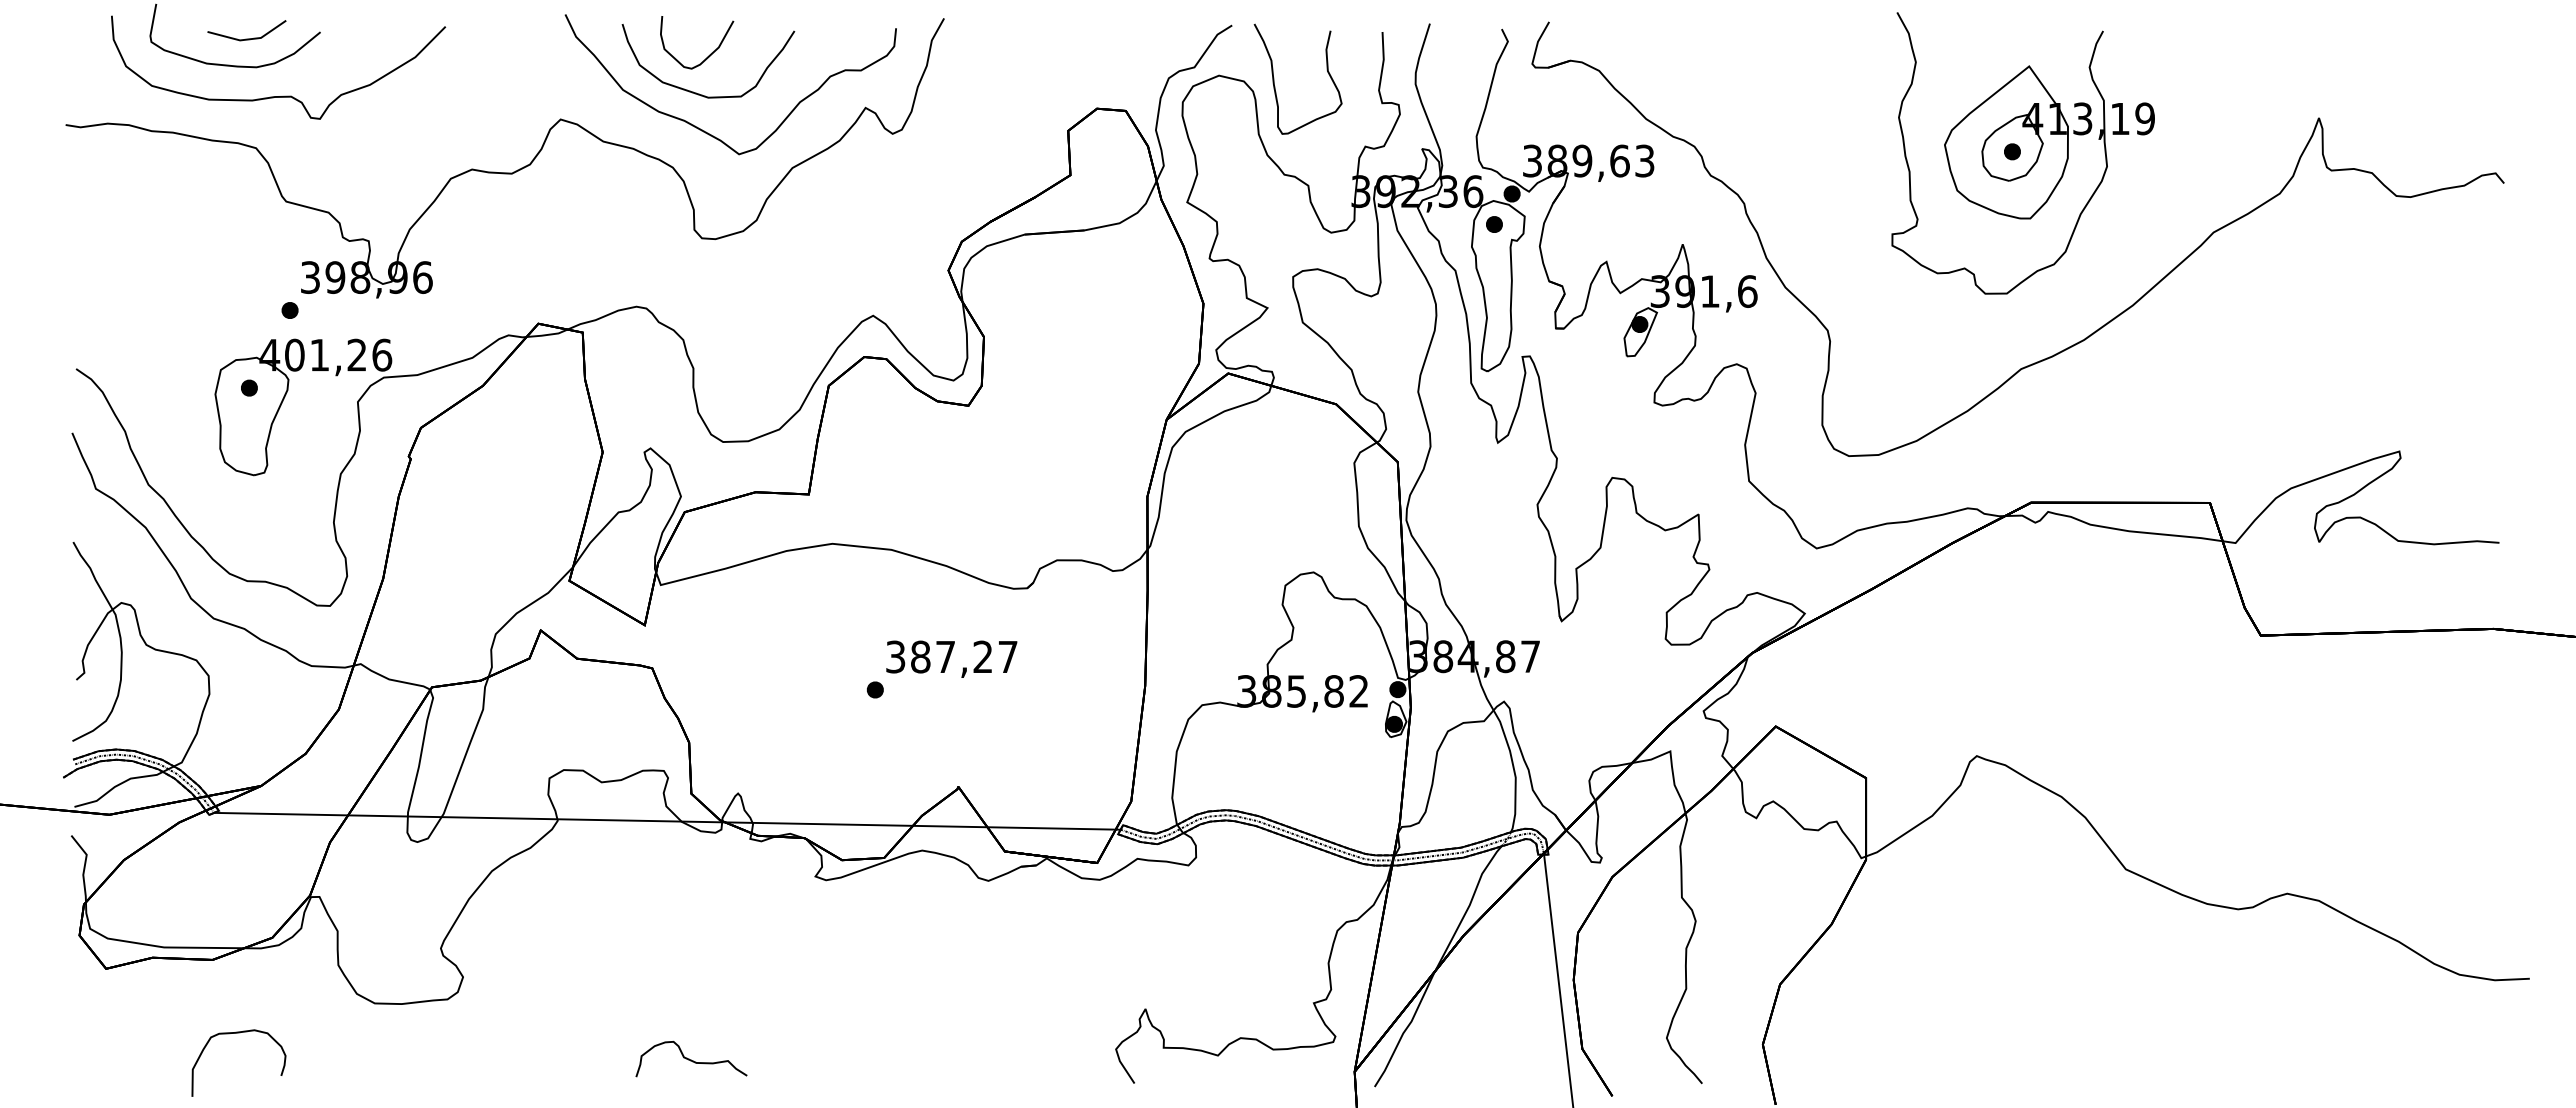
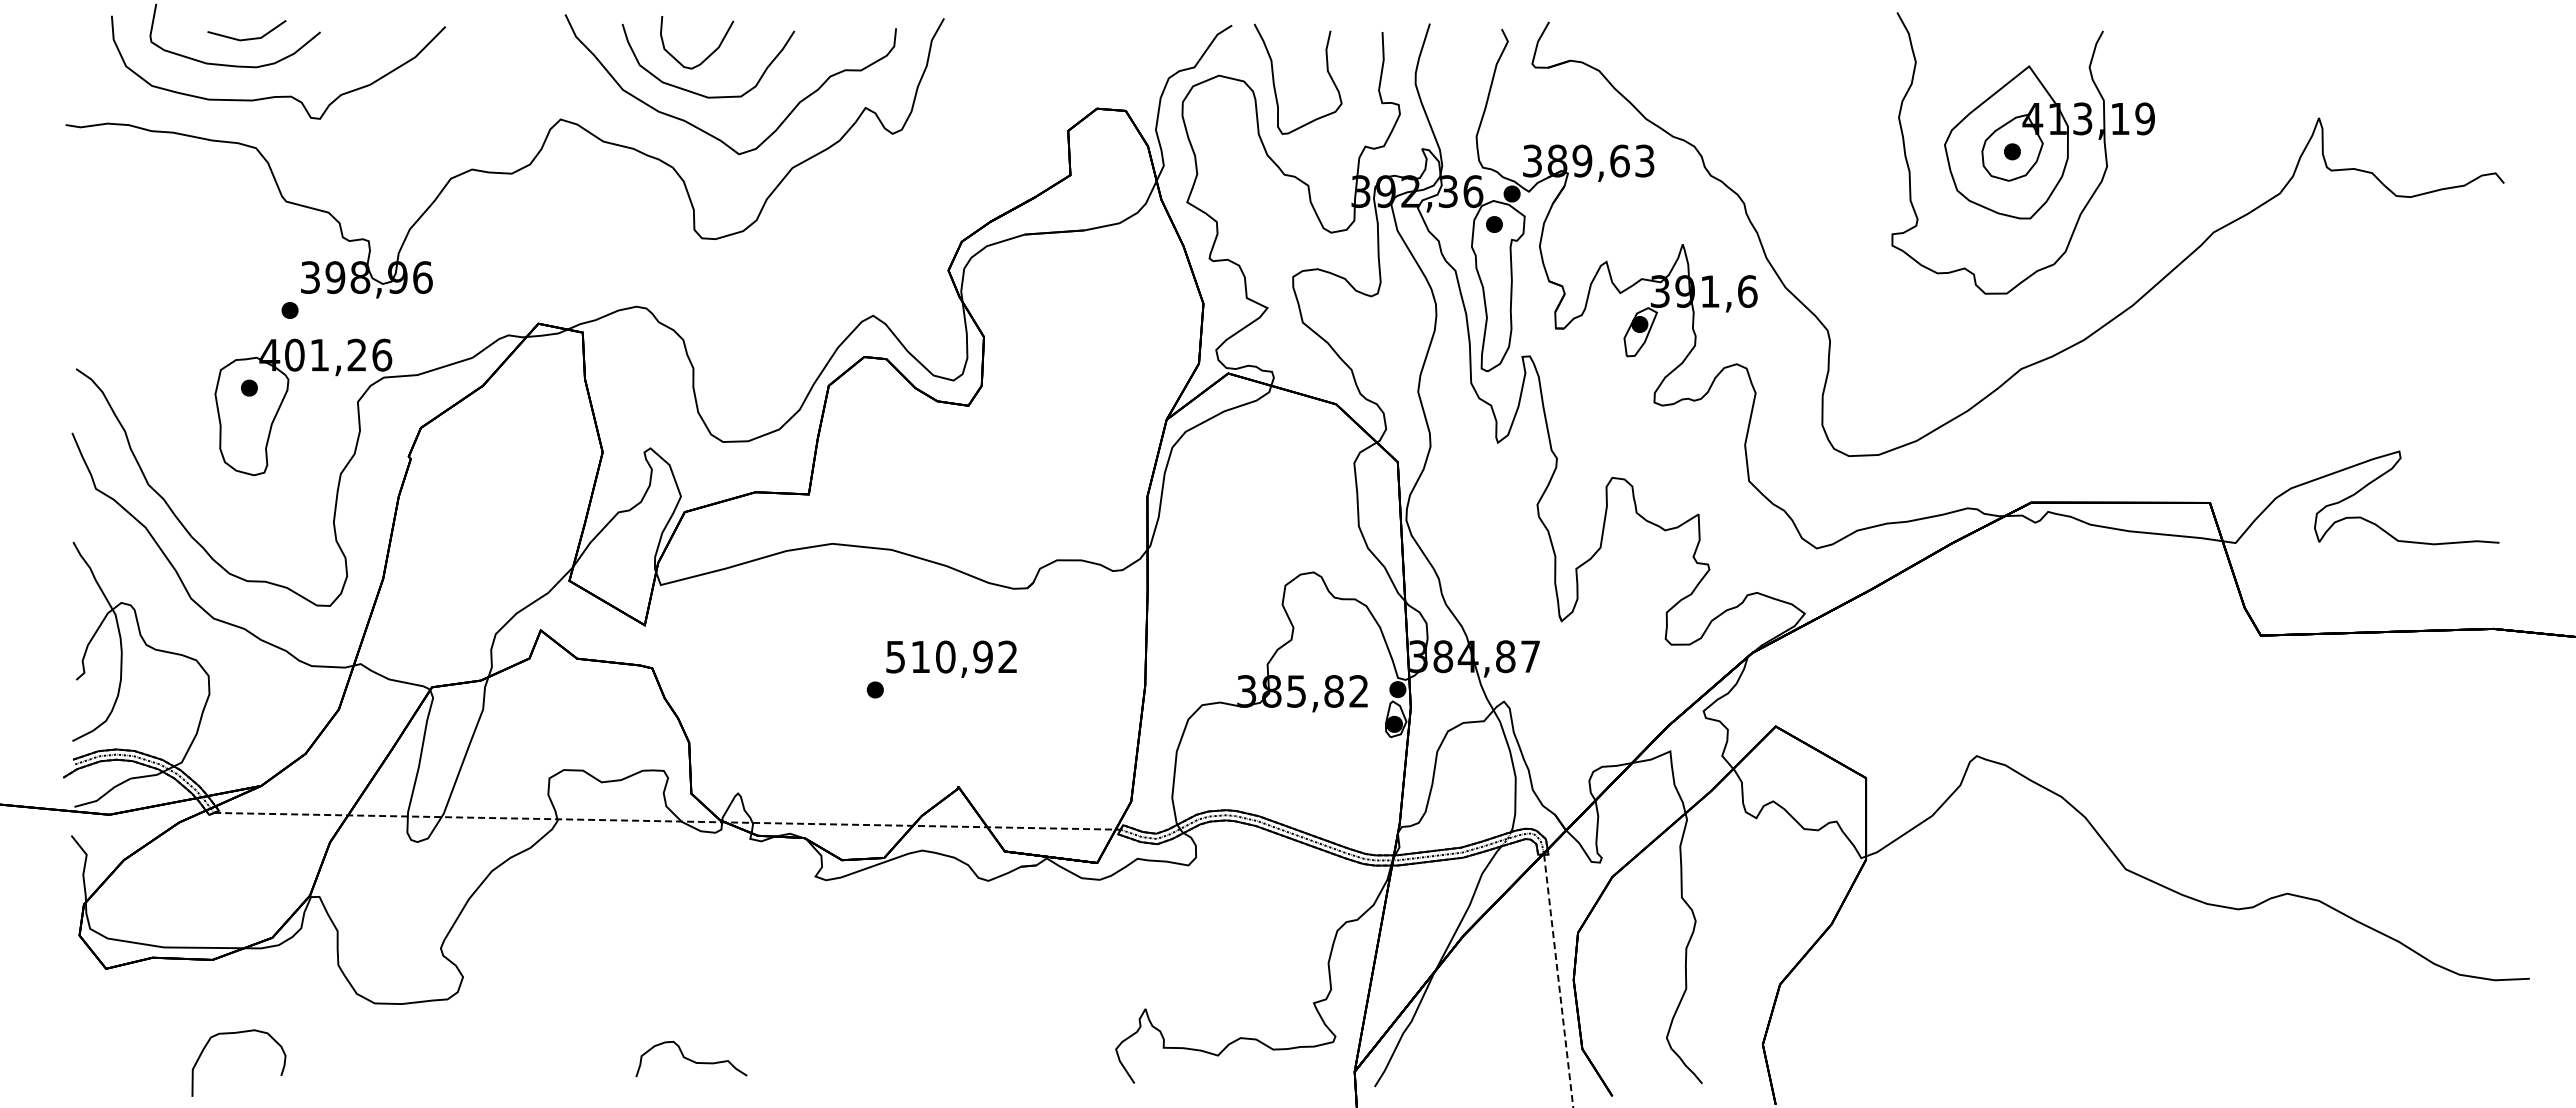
text at (951, 656): 387,27 -> 510,92
line at (667, 821): solid -> dashed
line at (1558, 981): solid -> dashed
